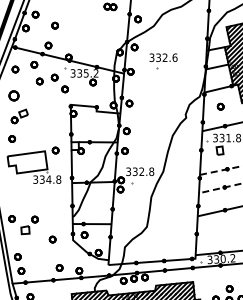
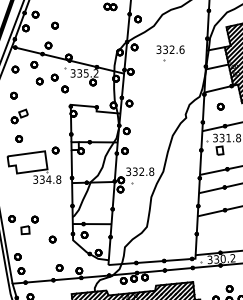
part at (163, 61) position: (163, 61) -> (170, 53)
part at (13, 95) size: 12x12 px -> 8x9 px
part at (11, 138) position: (11, 138) -> (18, 138)
line at (221, 170): dashed -> solid
line at (220, 188): dashed -> solid
